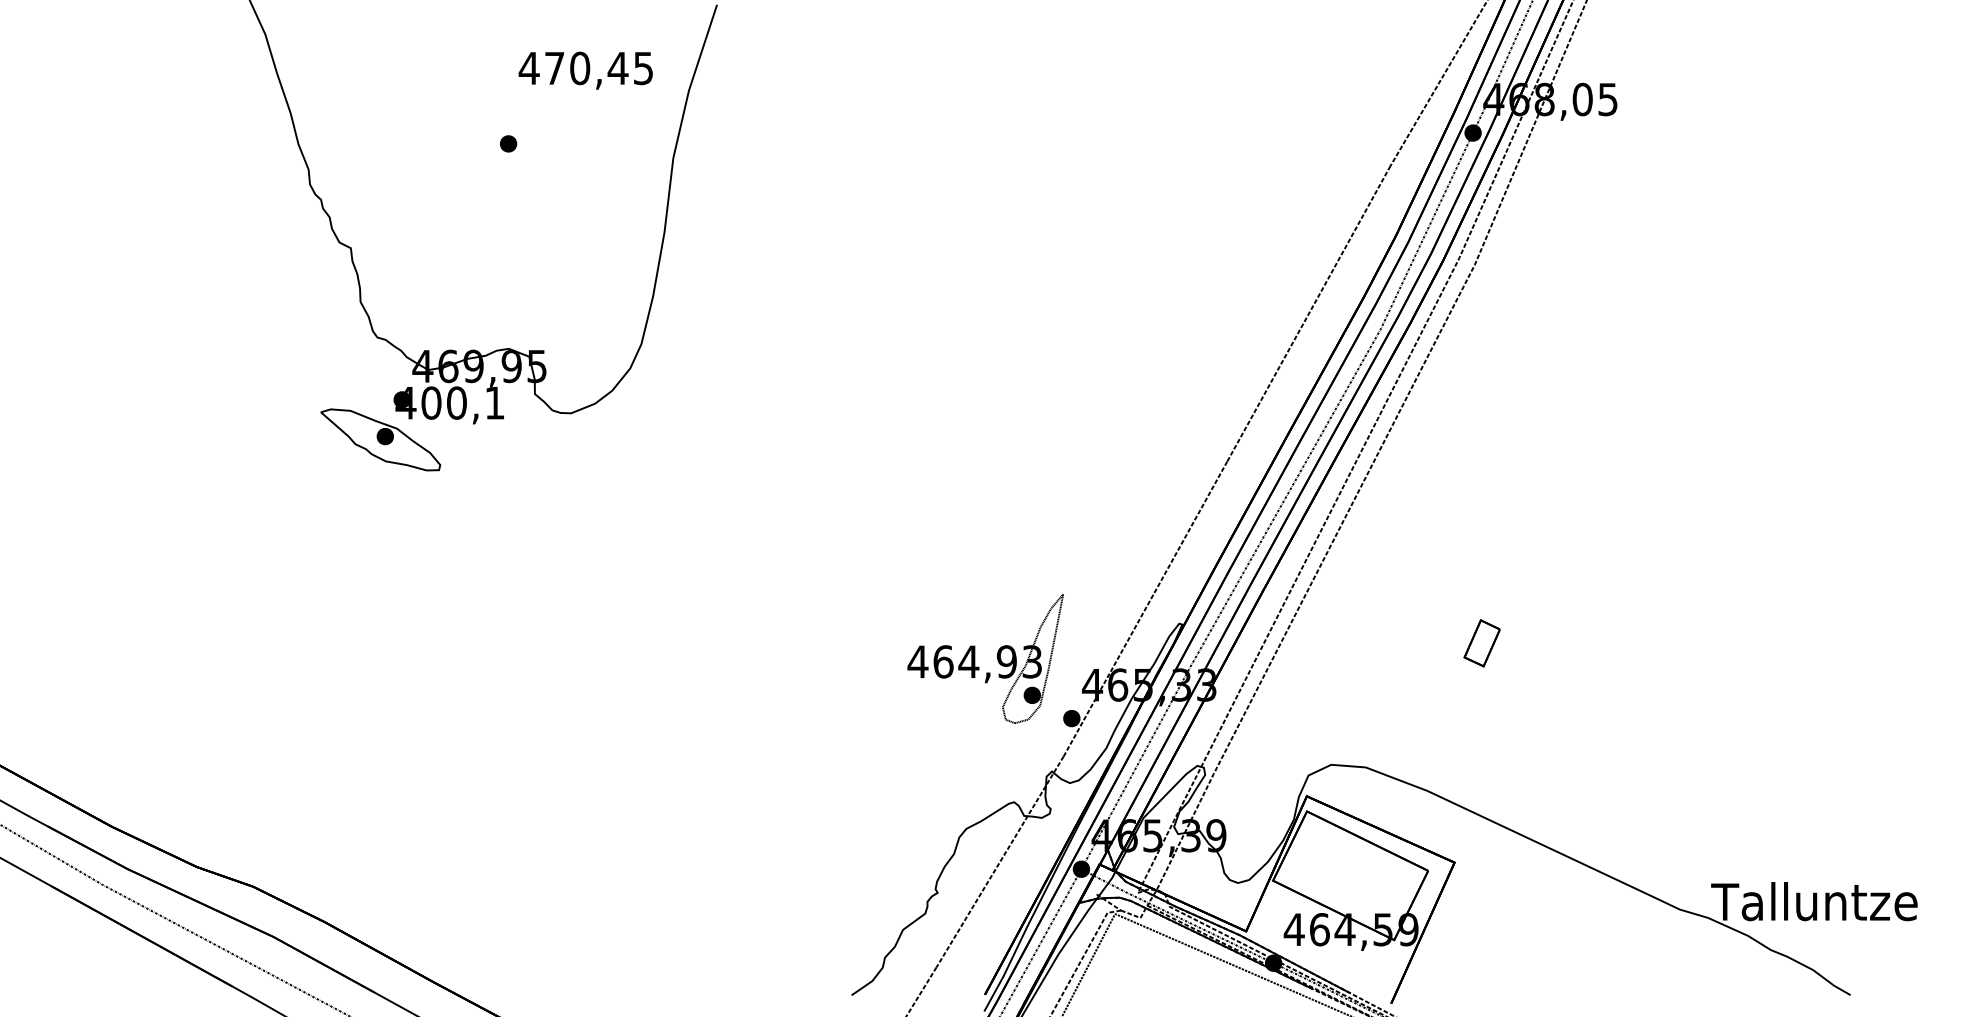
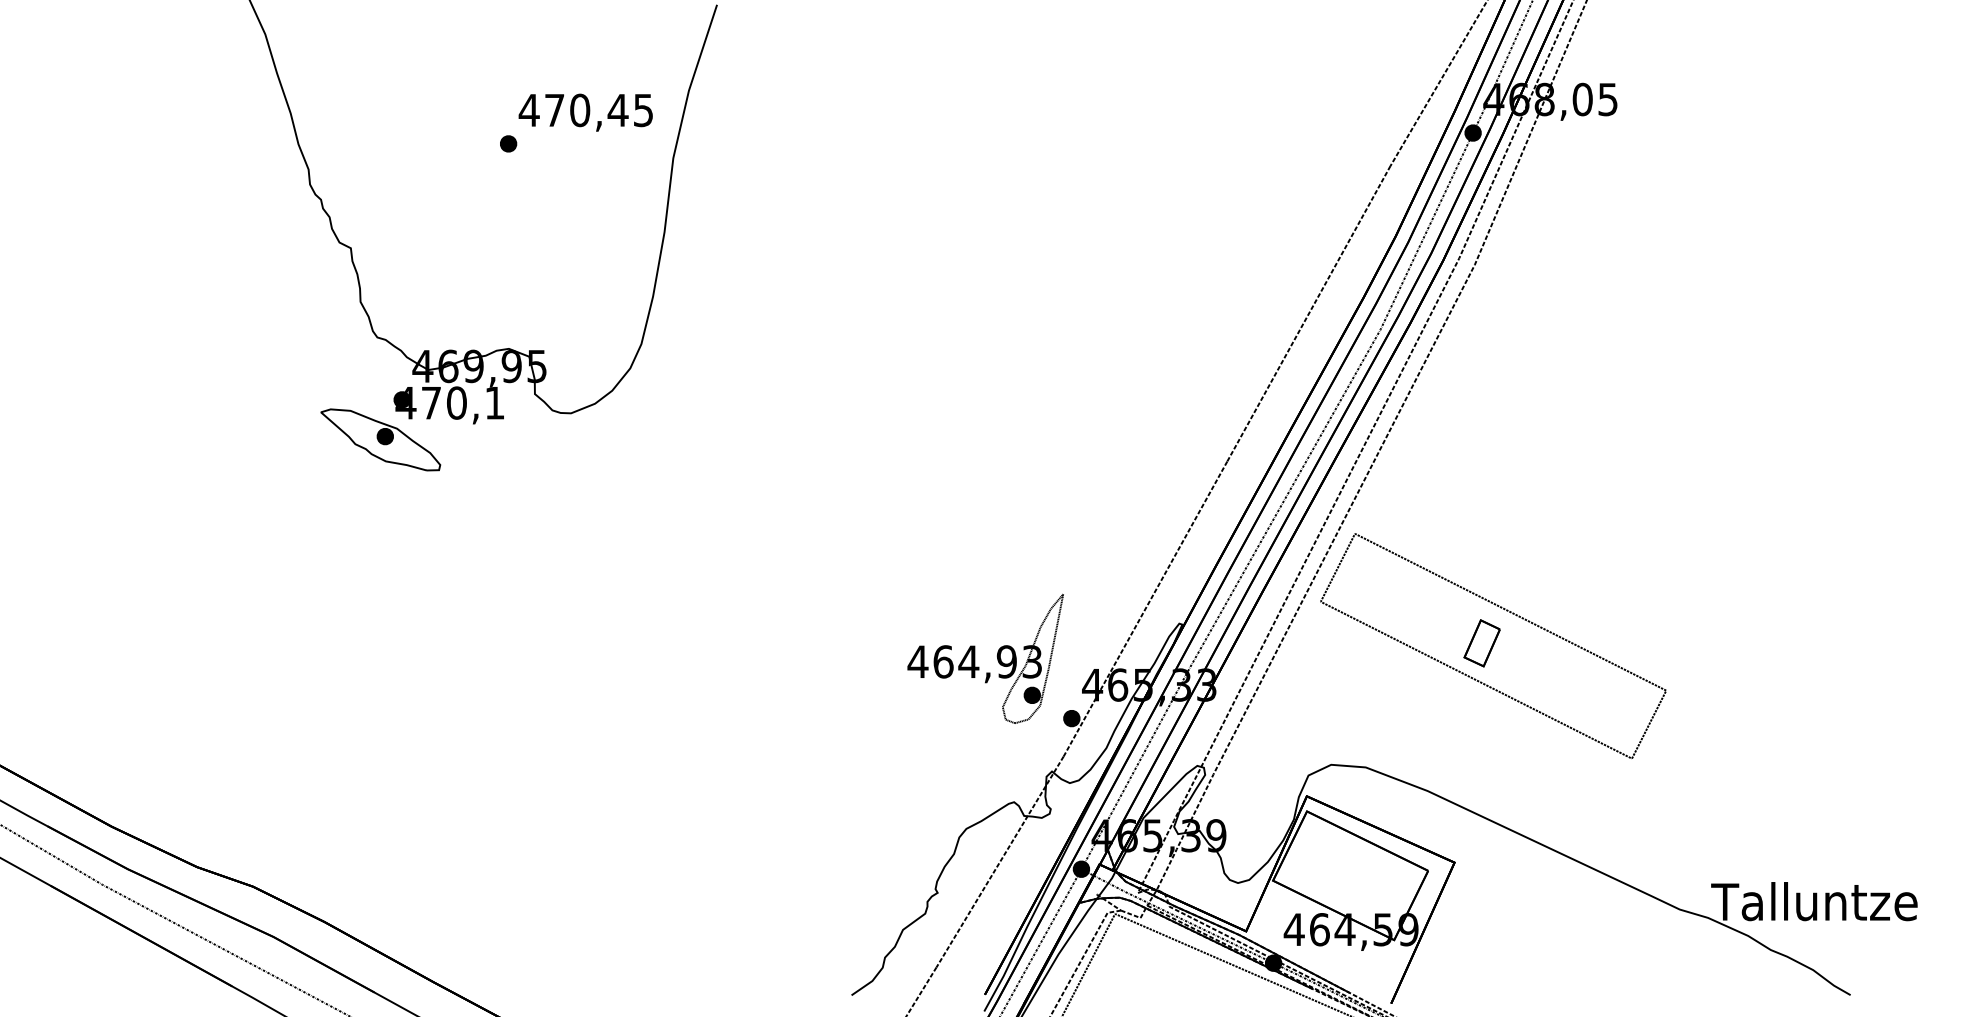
text at (585, 70) position: (585, 70) -> (585, 112)
text at (431, 402): 400,1 -> 470,1
part at (1493, 645): none -> present
